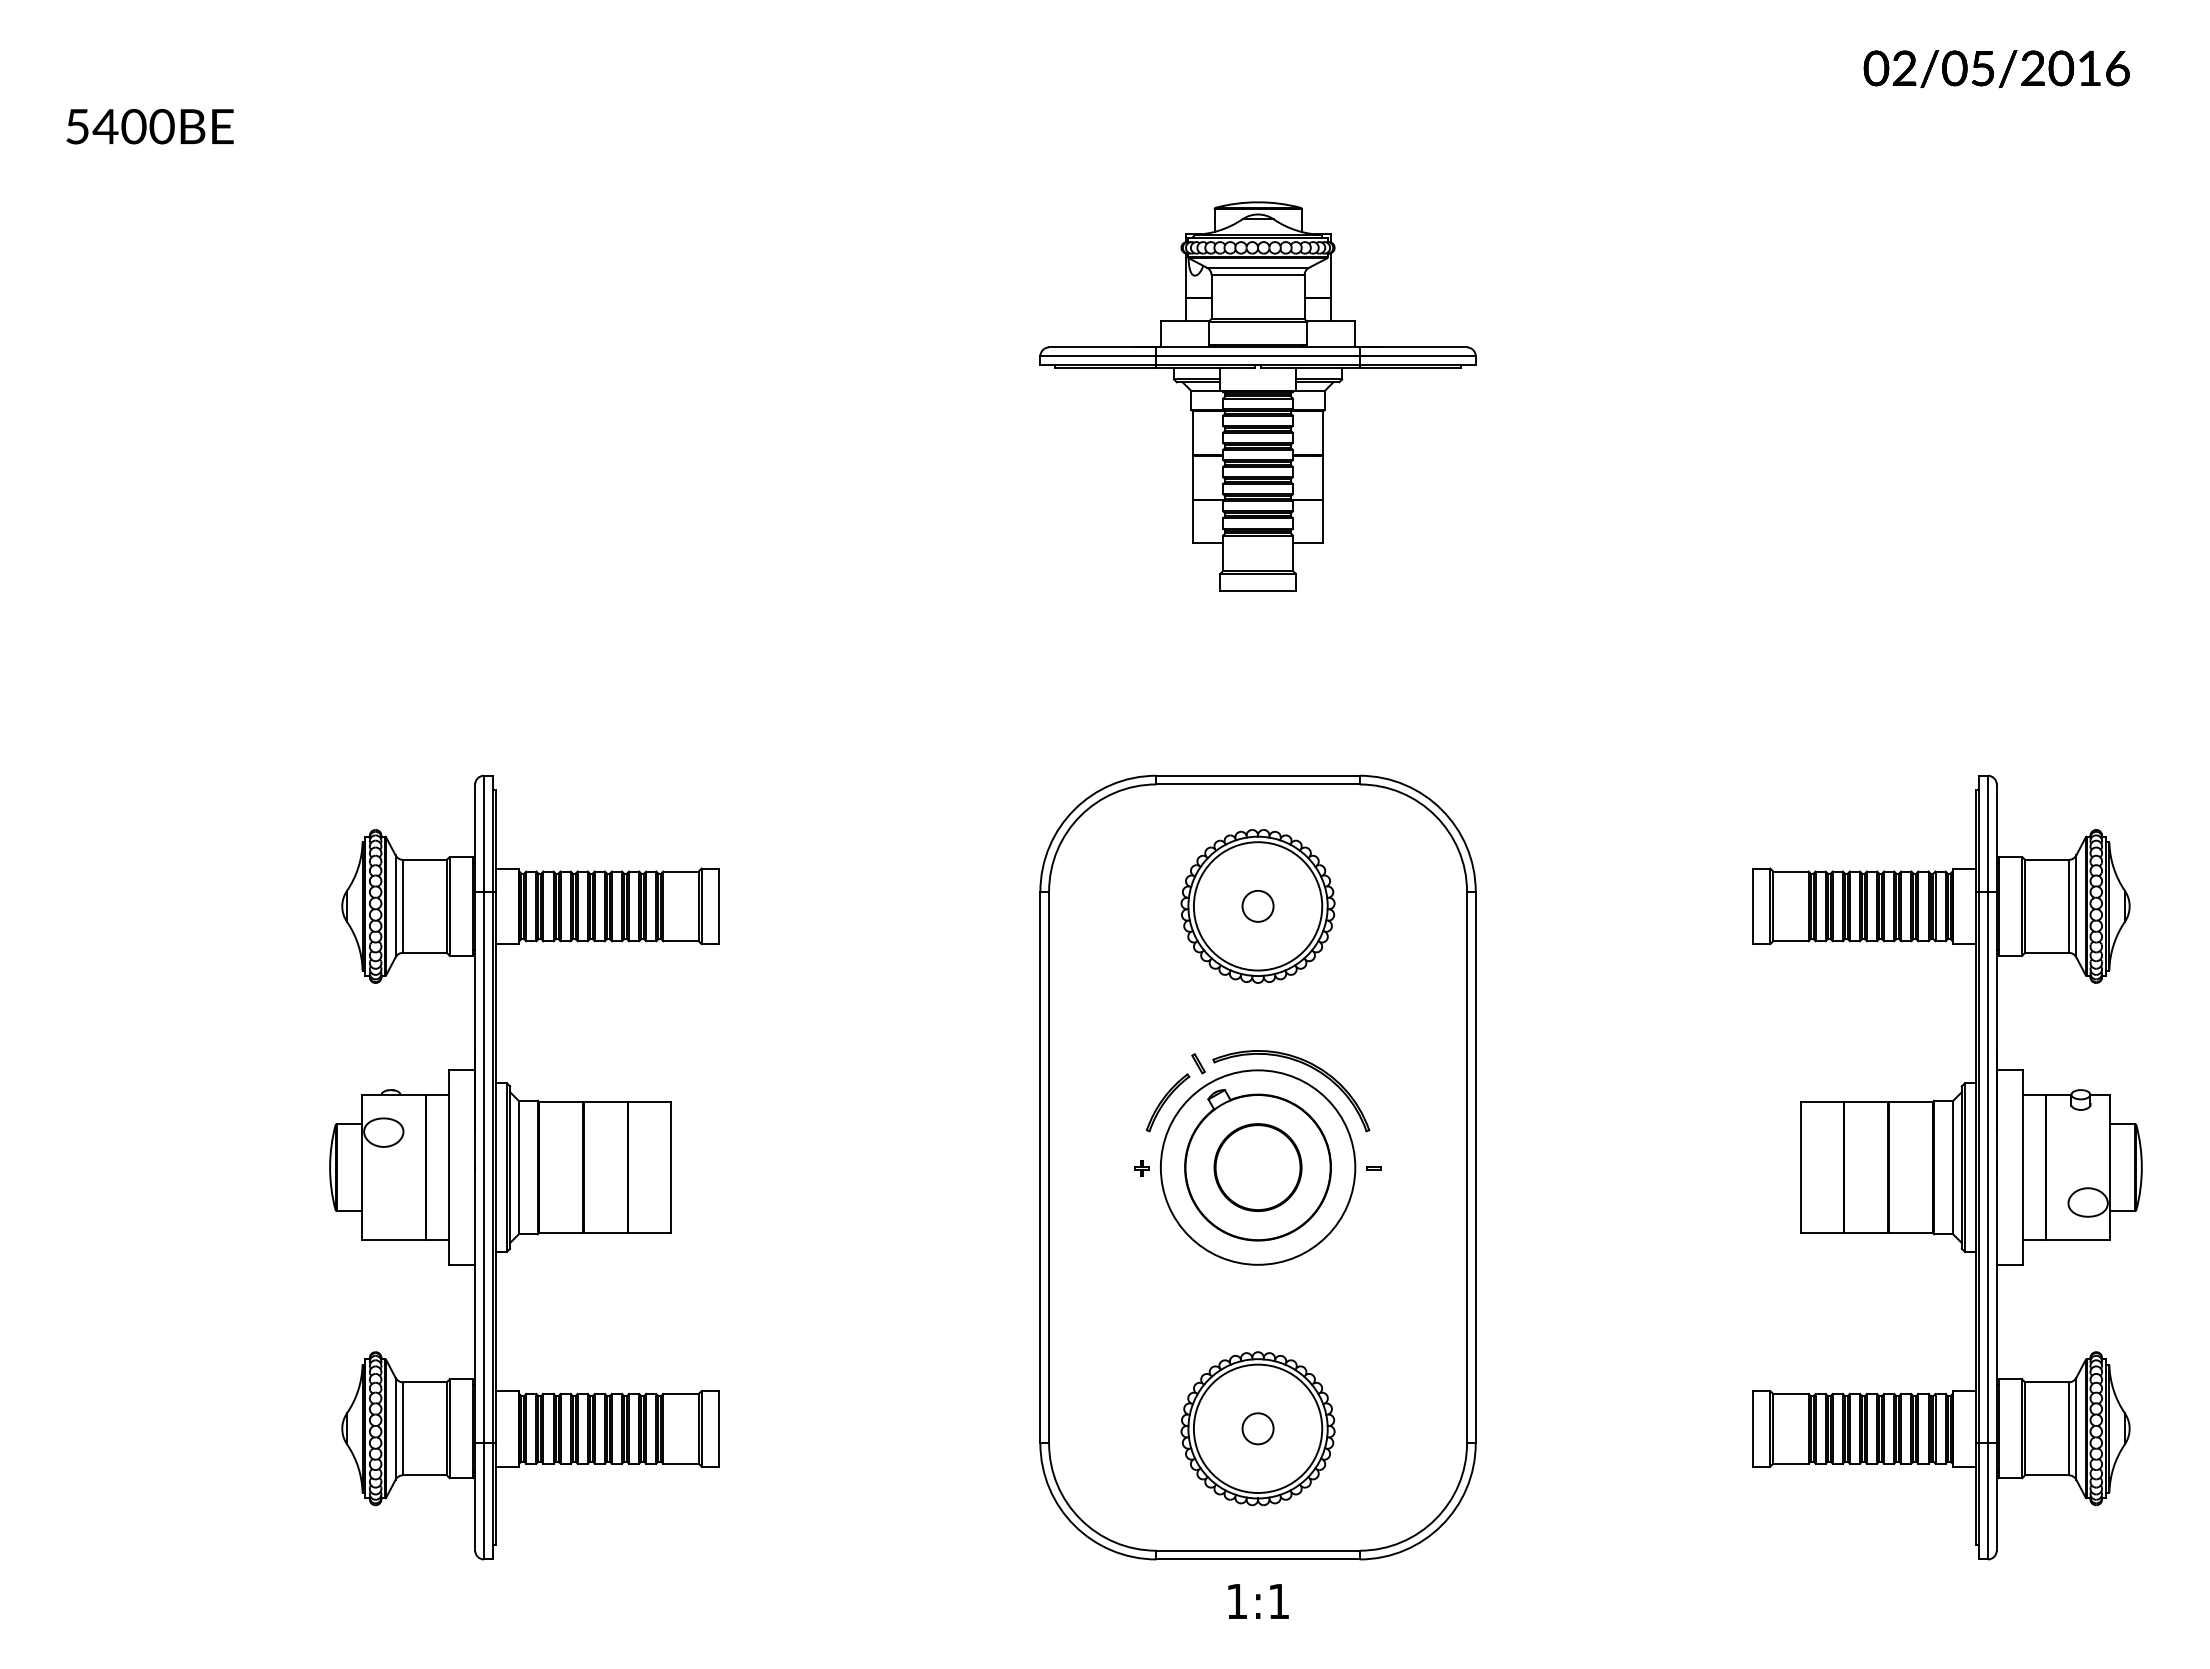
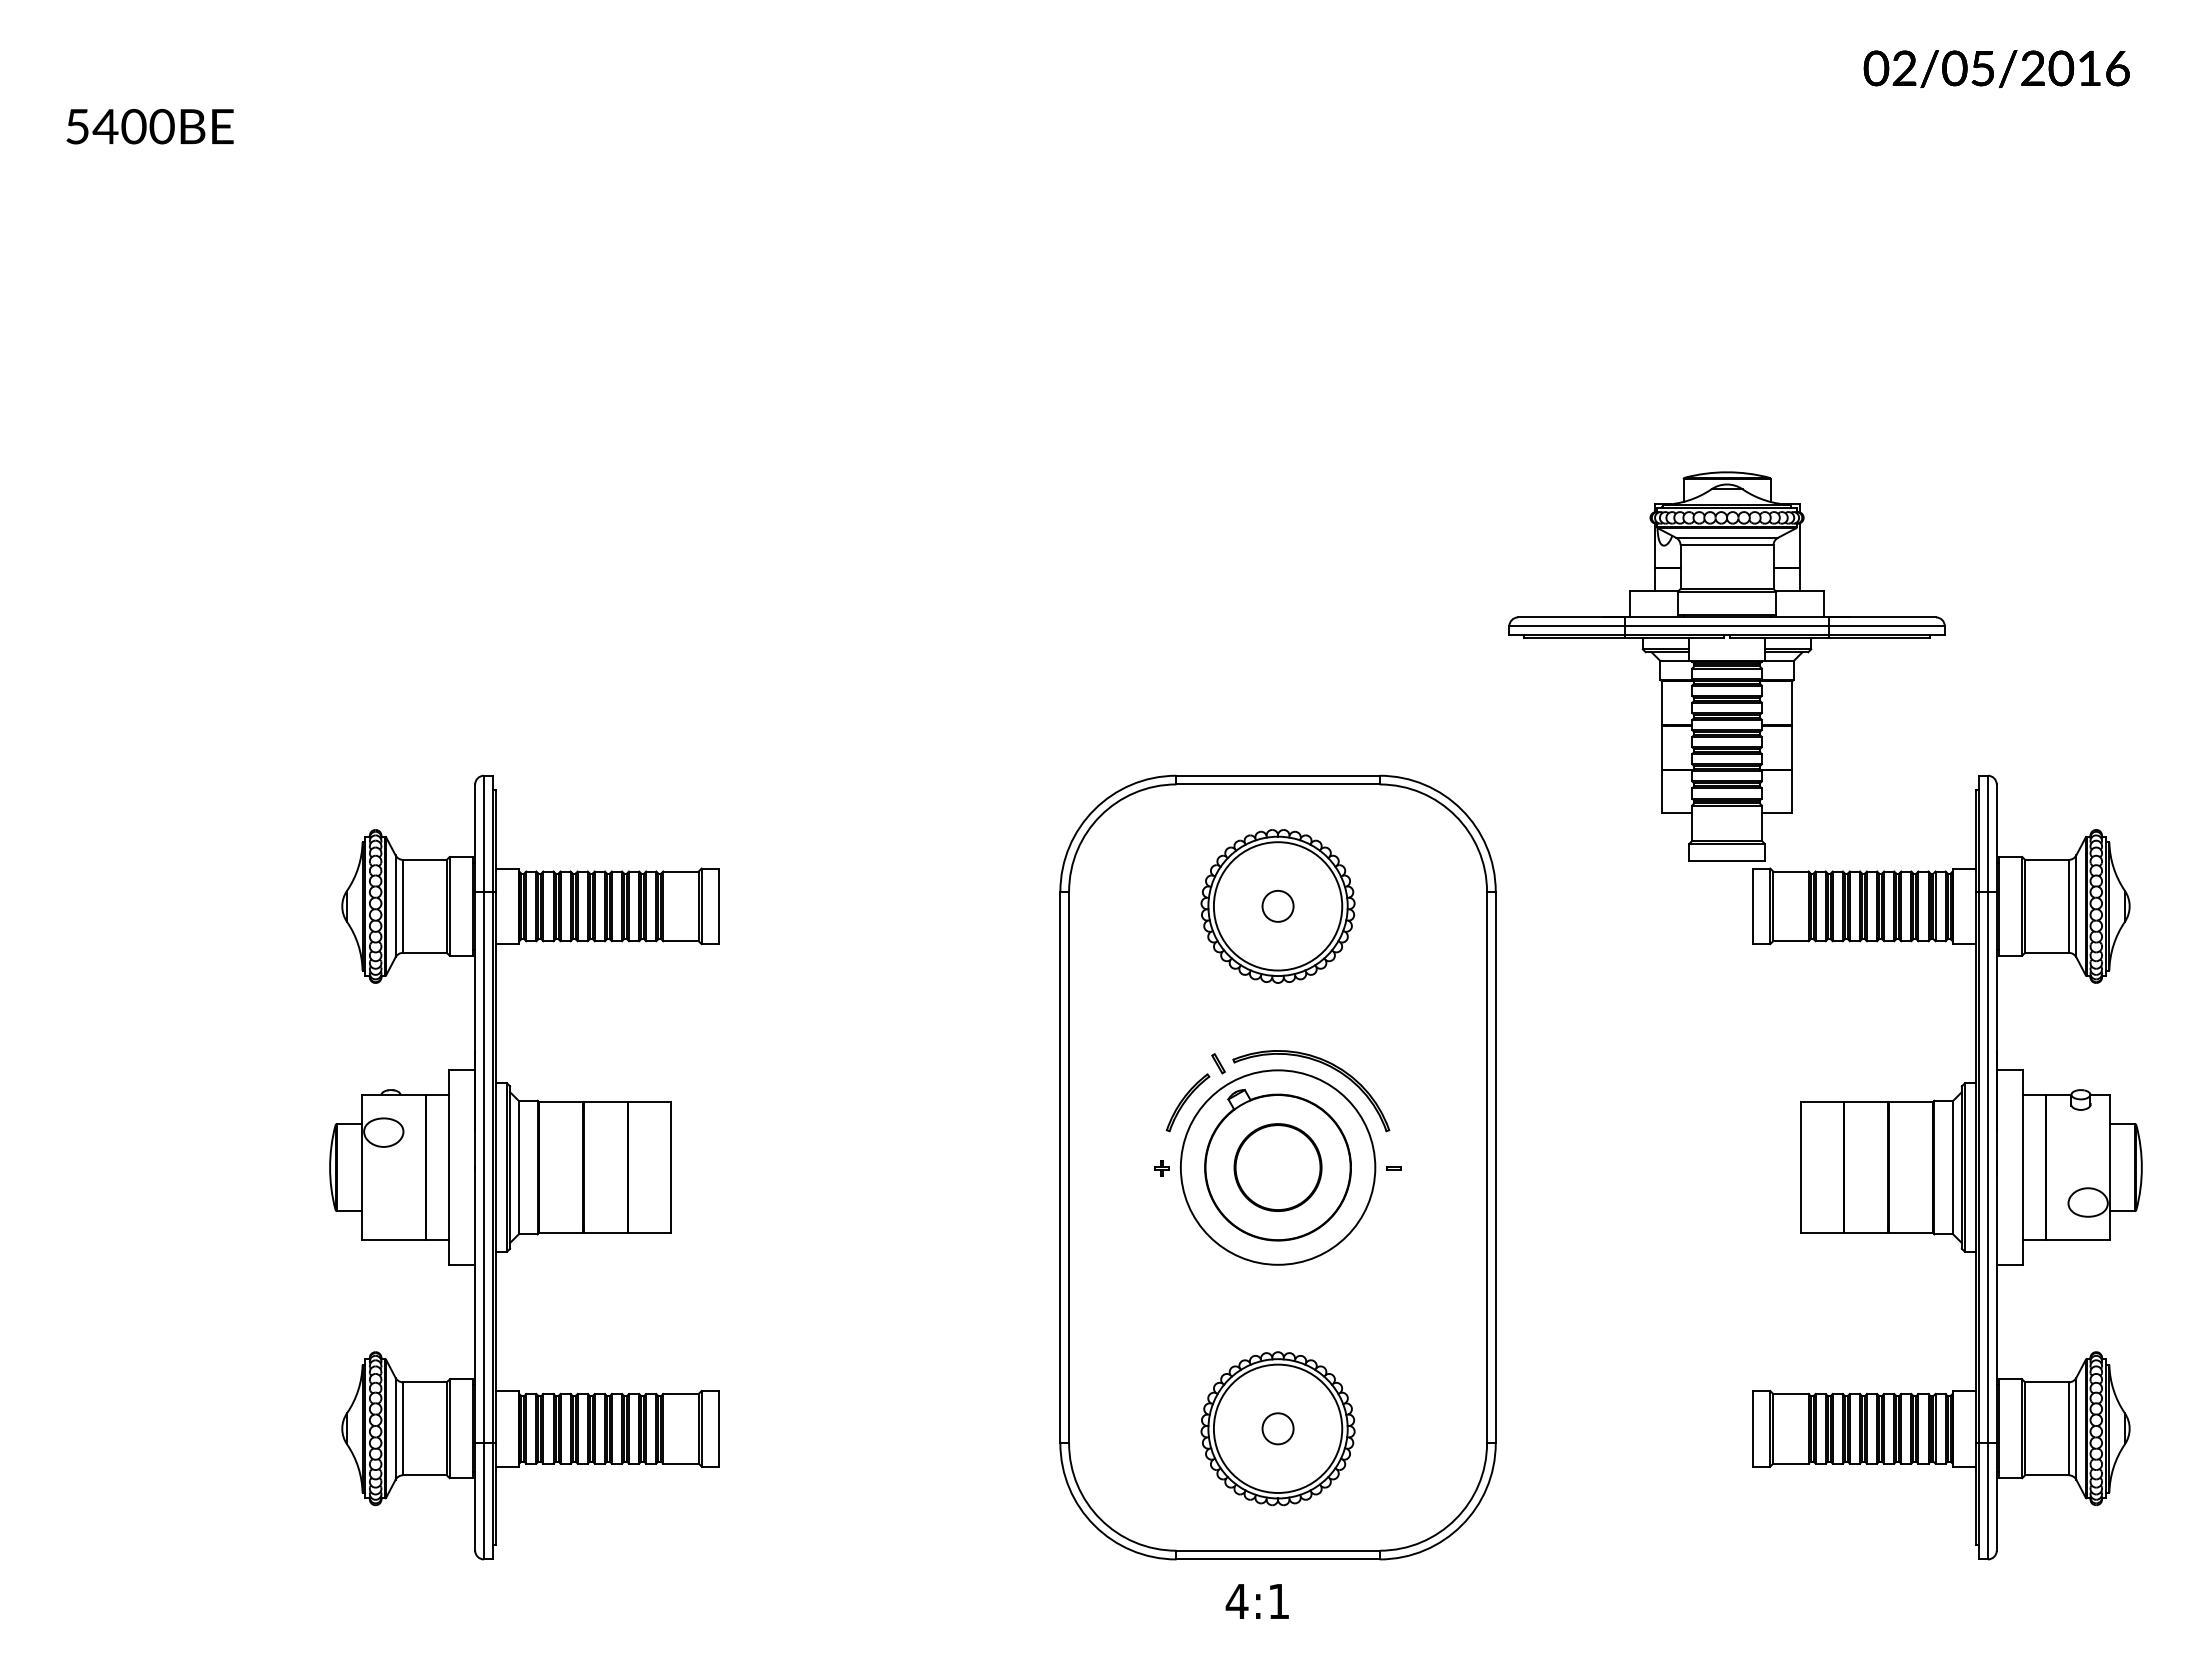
part at (1257, 396) position: (1257, 396) -> (1726, 666)
part at (1257, 1167) position: (1257, 1167) -> (1277, 1167)
text at (1236, 1601): 1:1 -> 4:1
